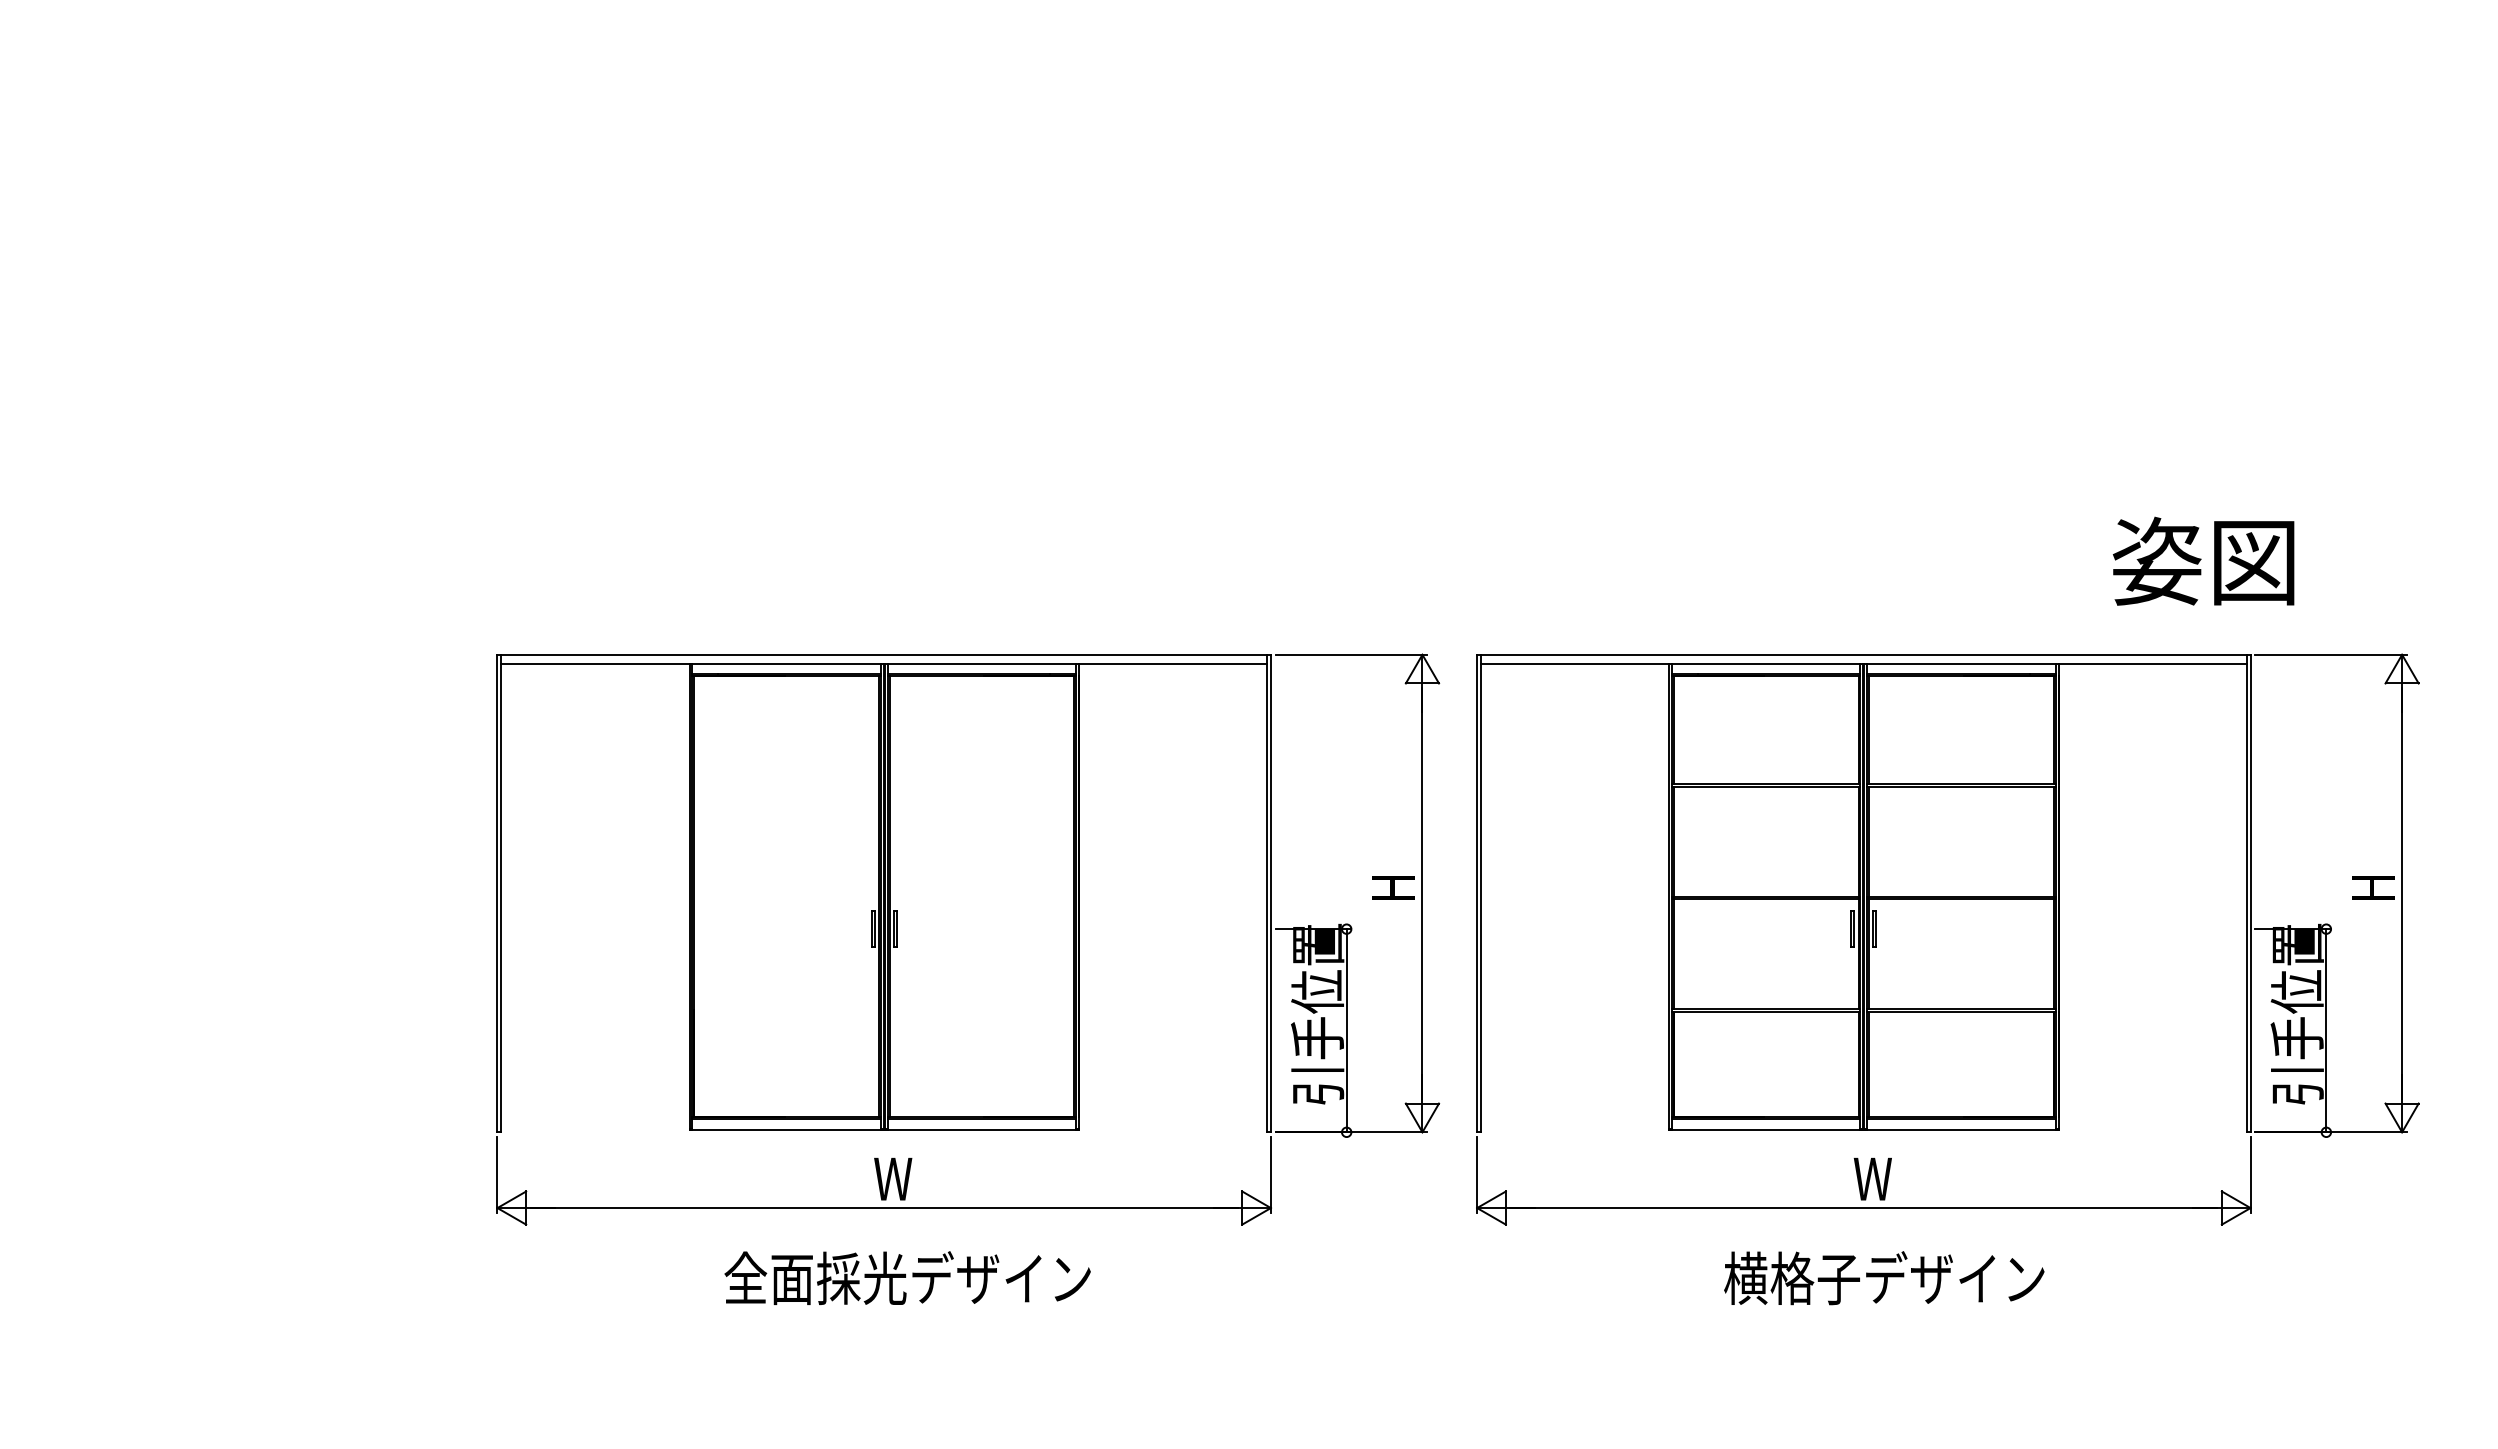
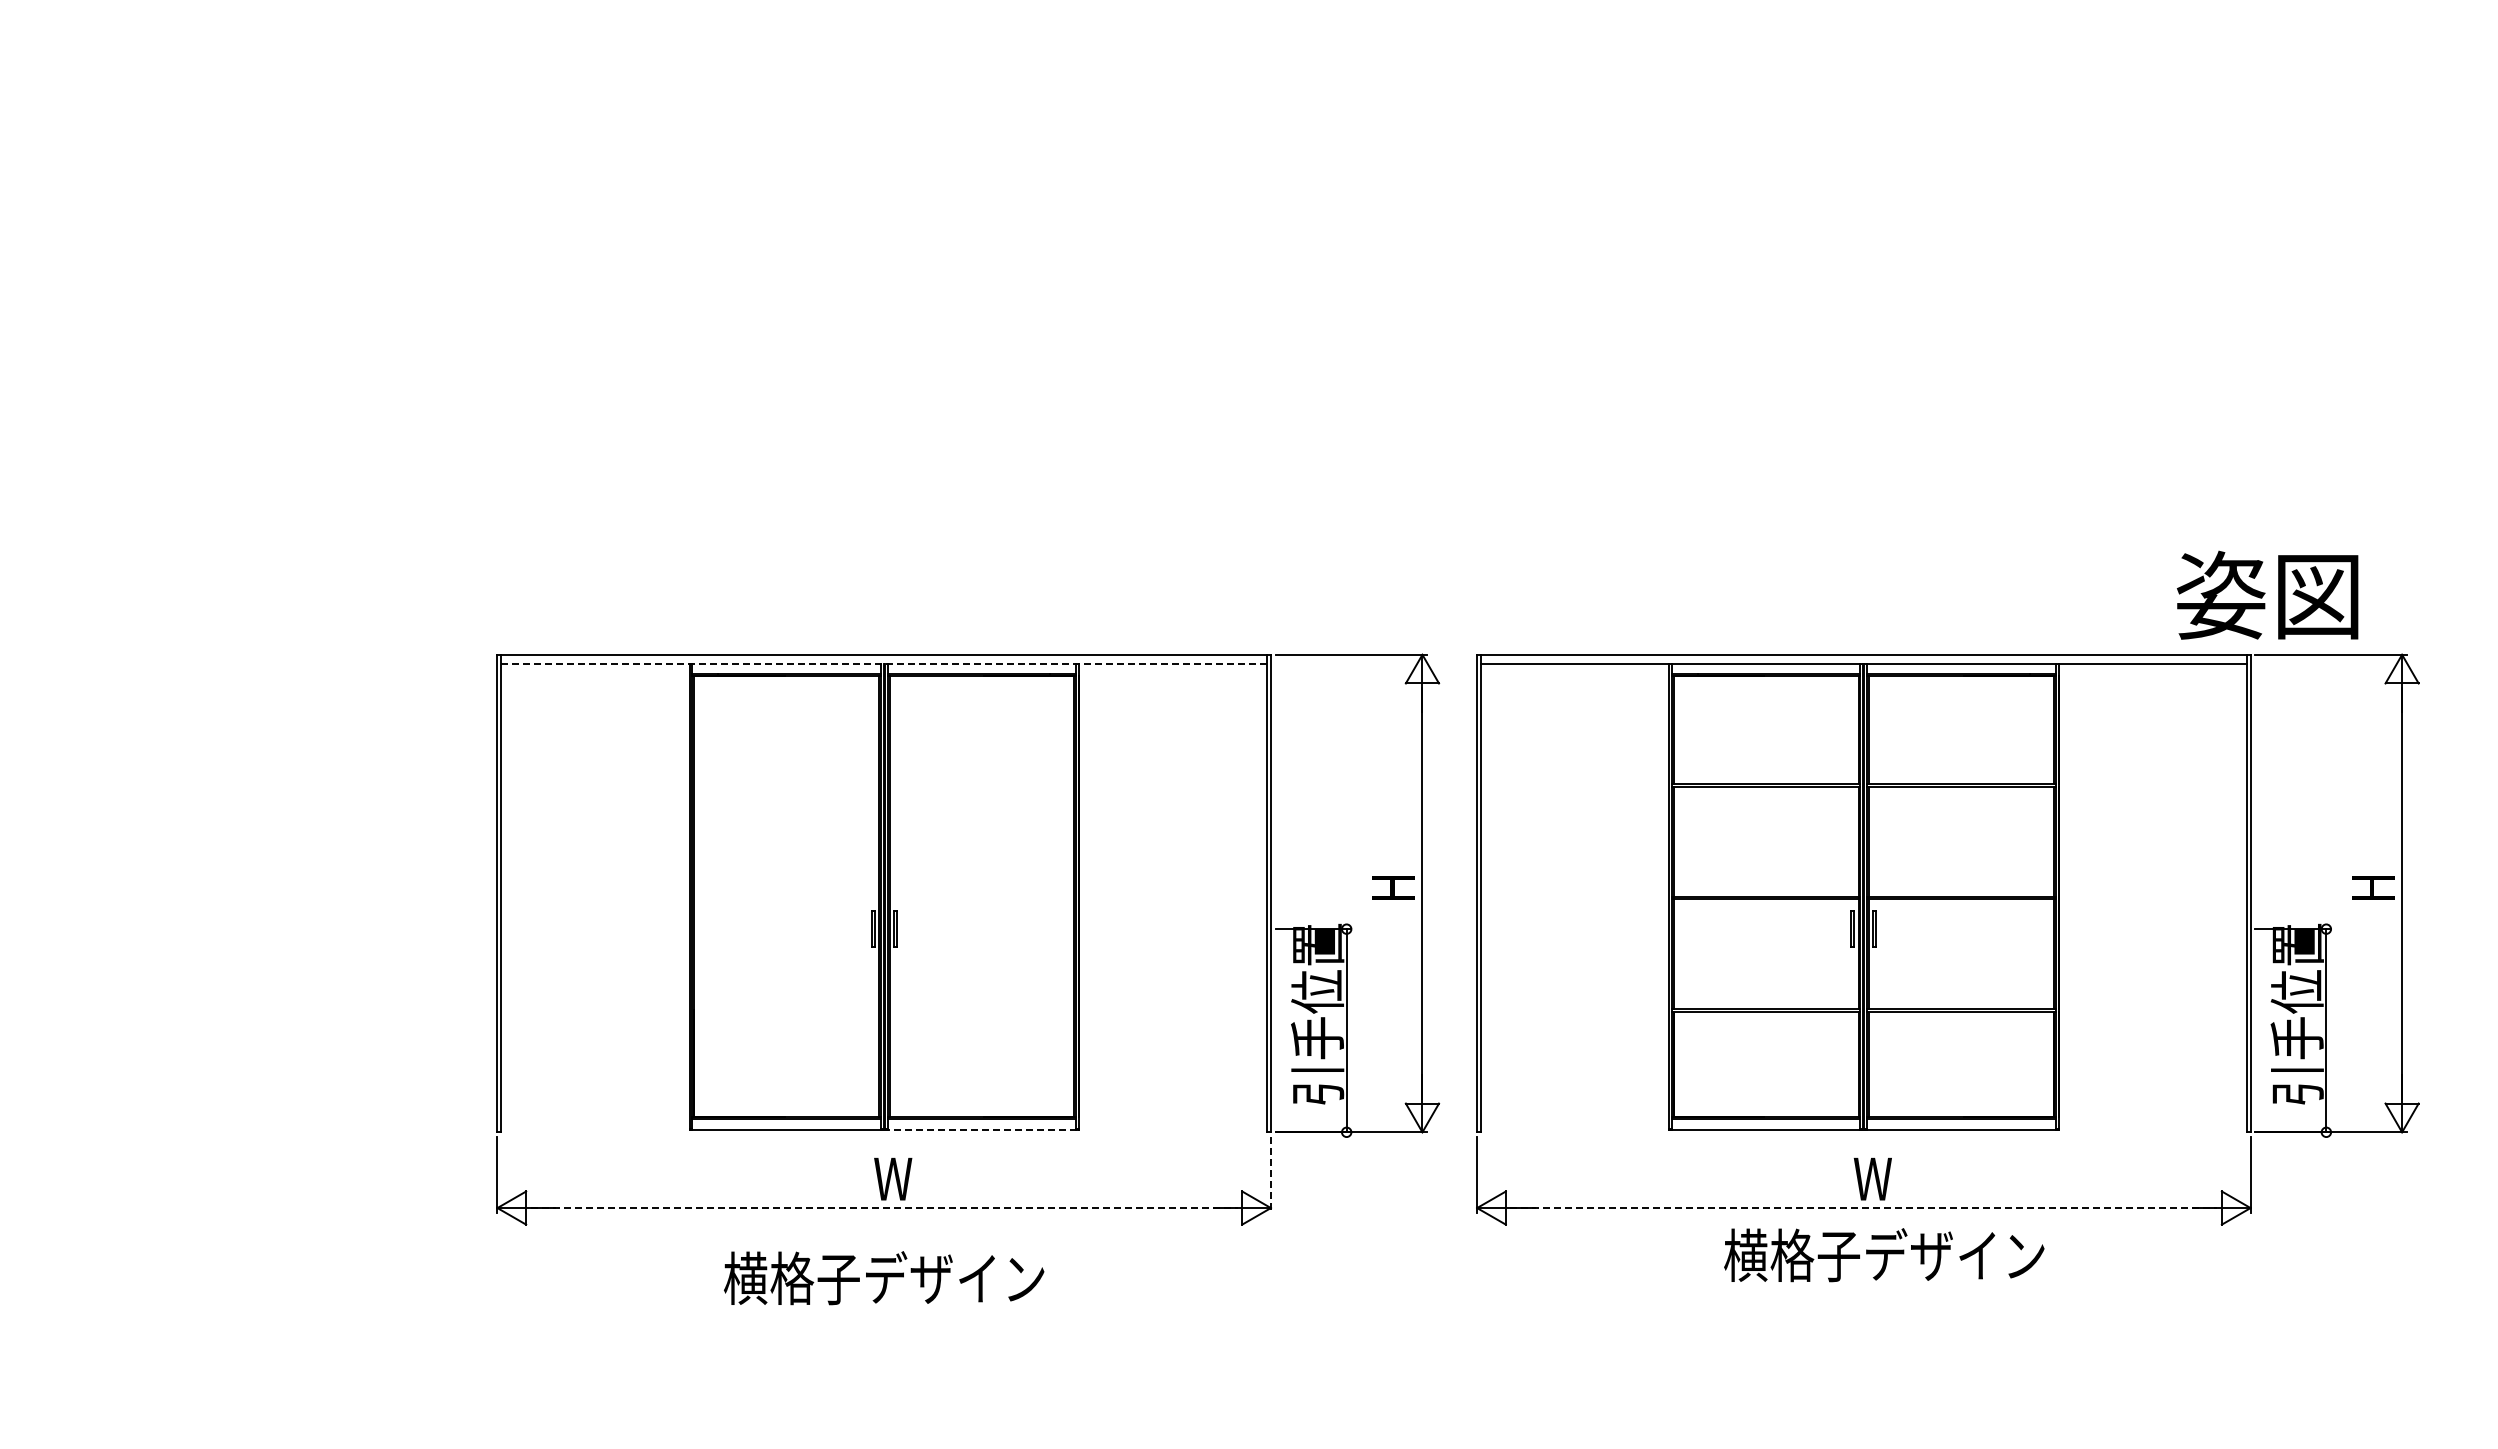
text at (2203, 560) position: (2203, 560) -> (2267, 594)
line at (884, 664): solid -> dashed
line at (981, 1130): solid -> dashed
line at (1270, 1174): solid -> dashed
line at (884, 1208): solid -> dashed
line at (1863, 1208): solid -> dashed
text at (906, 1278): 全面採光デザイン -> 横格子デザイン
text at (1884, 1278) position: (1884, 1278) -> (1884, 1255)
